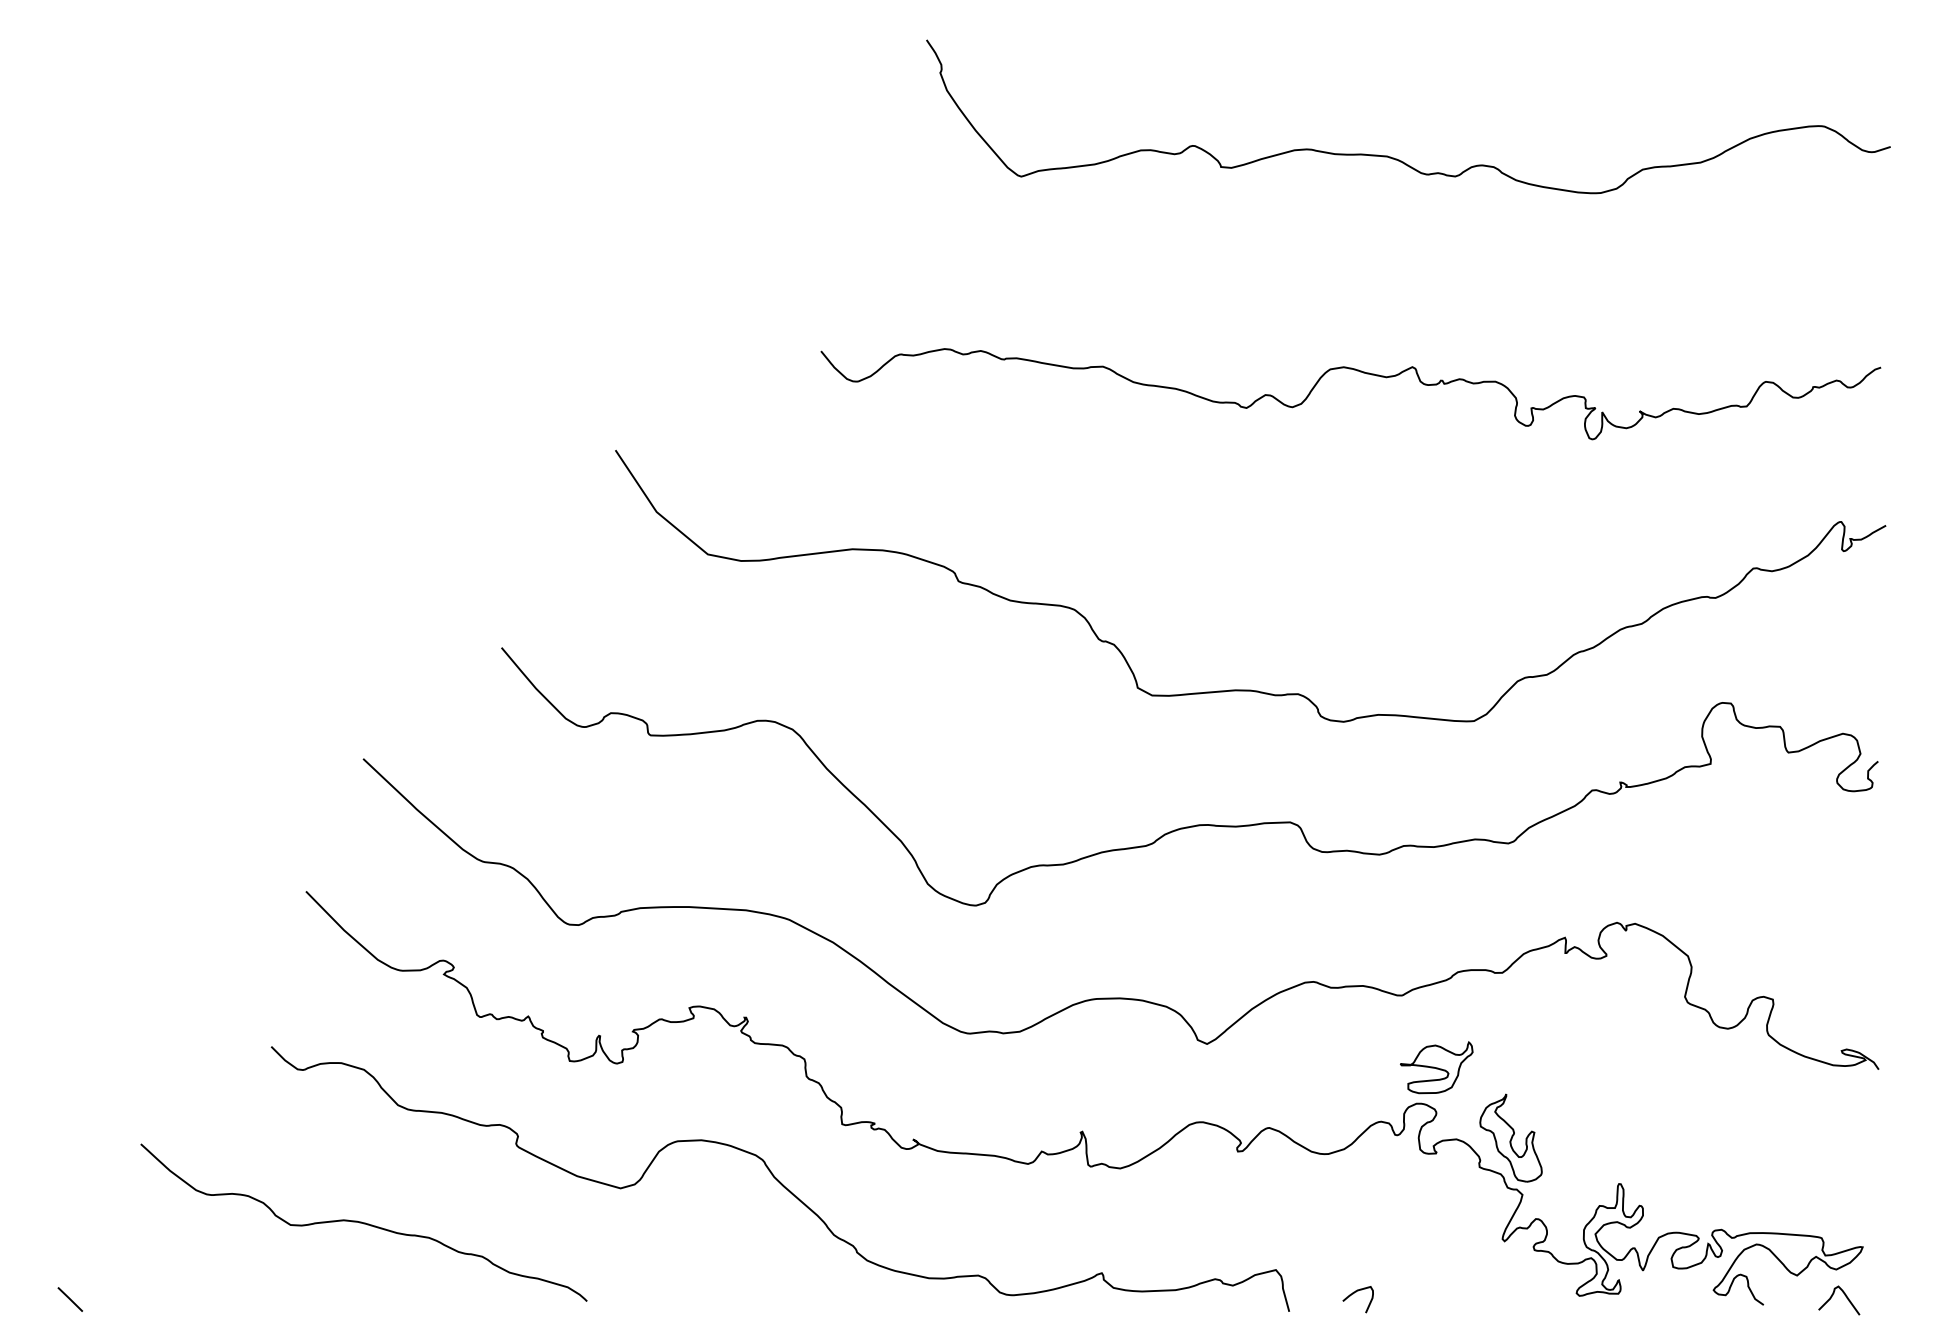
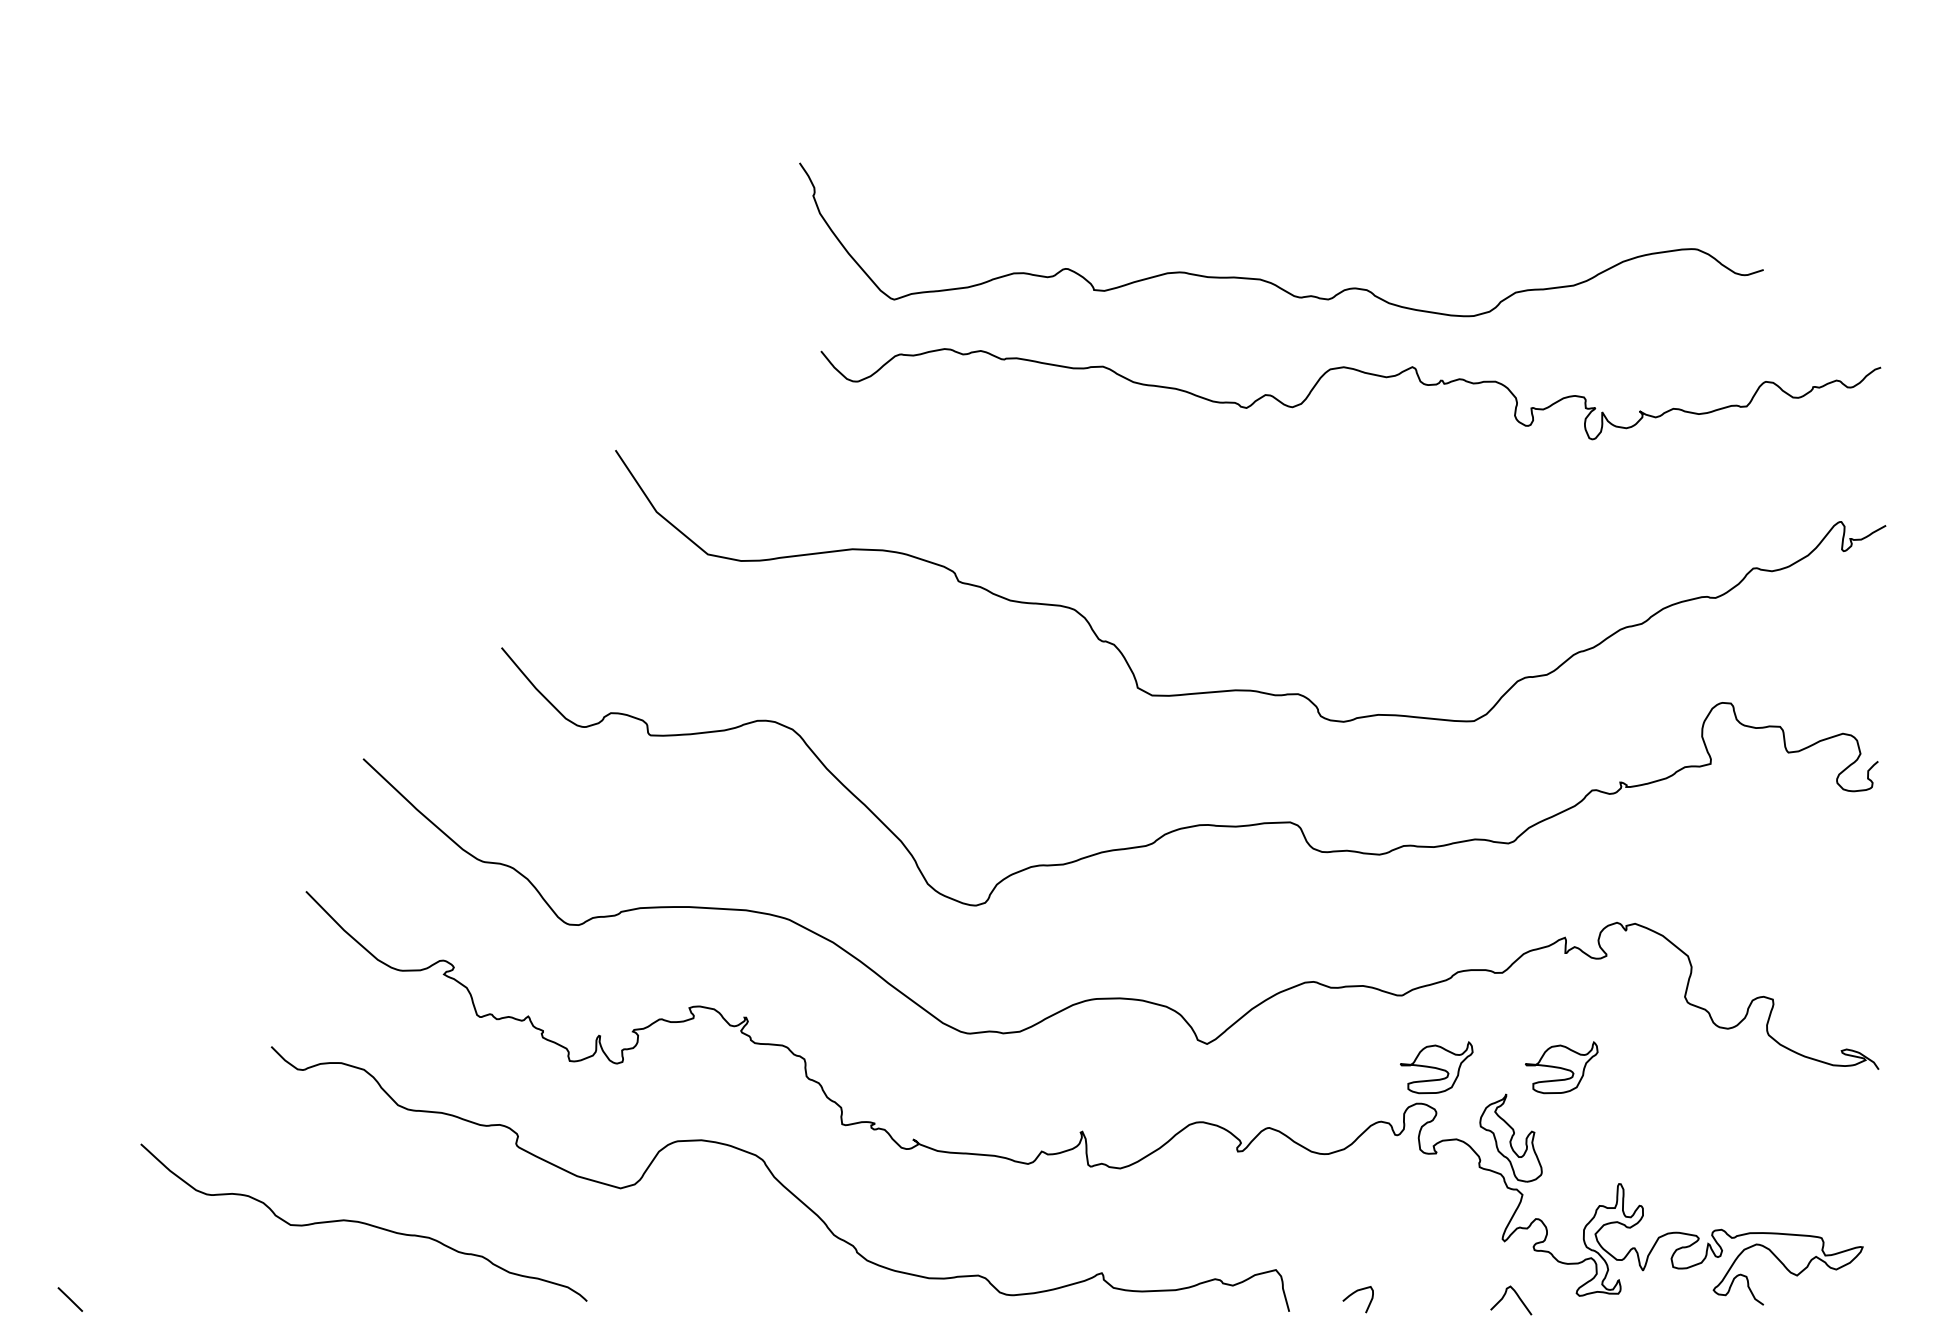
curve at (1393, 157) position: (1393, 157) -> (1266, 280)
part at (1561, 1067): none -> present
curve at (1844, 1295) position: (1844, 1295) -> (1516, 1295)
